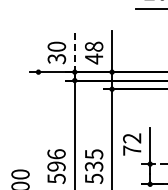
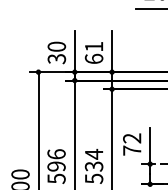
line at (74, 51): dashed -> solid
text at (93, 52): 48 -> 61
line at (38, 129): none -> present
text at (94, 153): 535 -> 534
